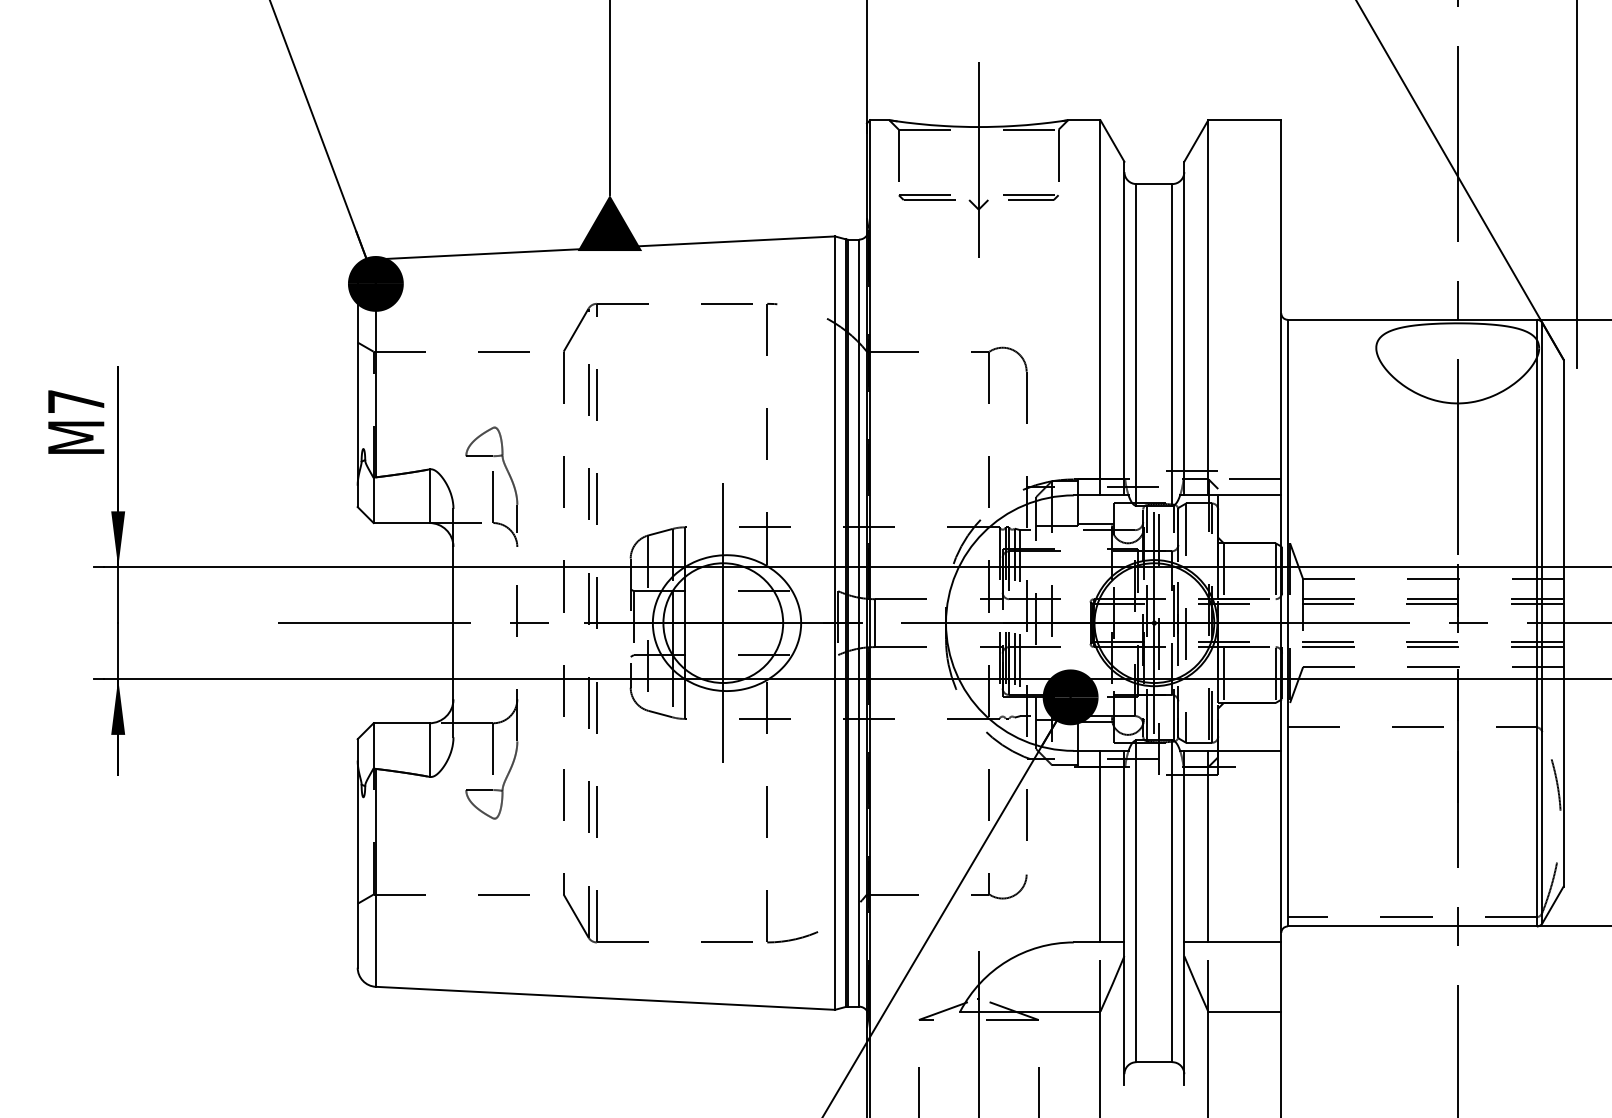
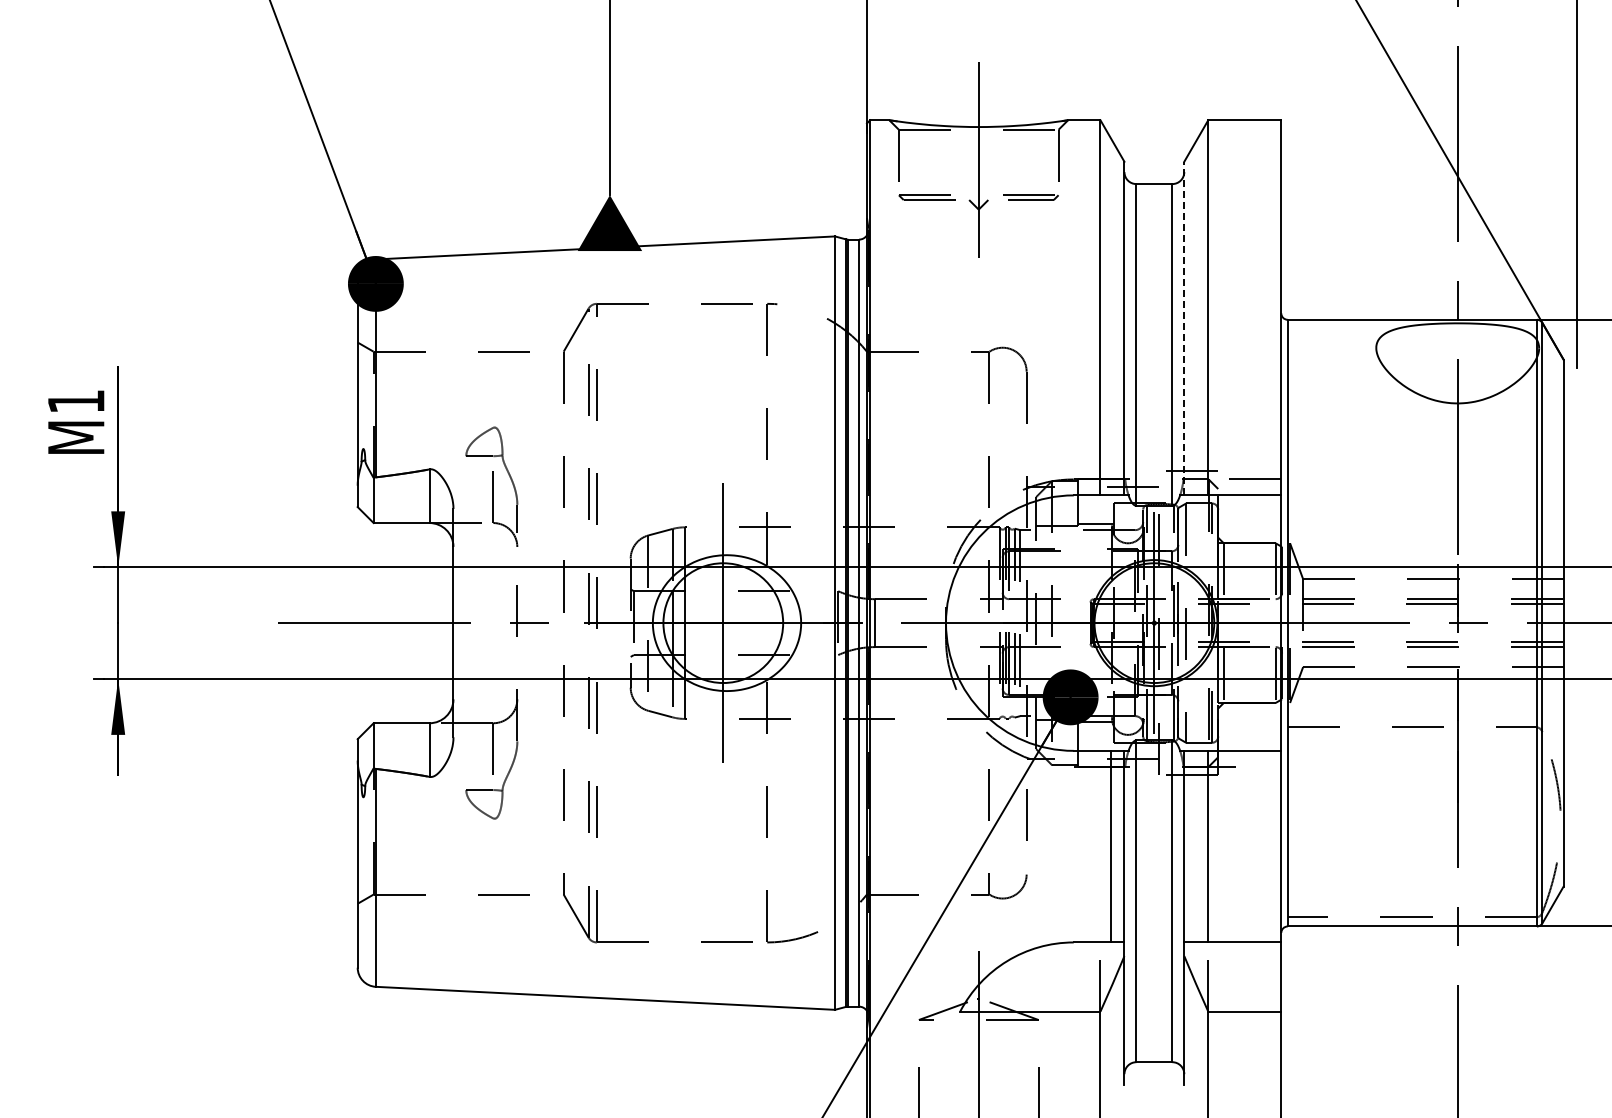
line at (1184, 328): solid -> dashed
text at (76, 401): M7 -> M1
line at (1100, 846) position: (1100, 846) -> (1111, 846)
